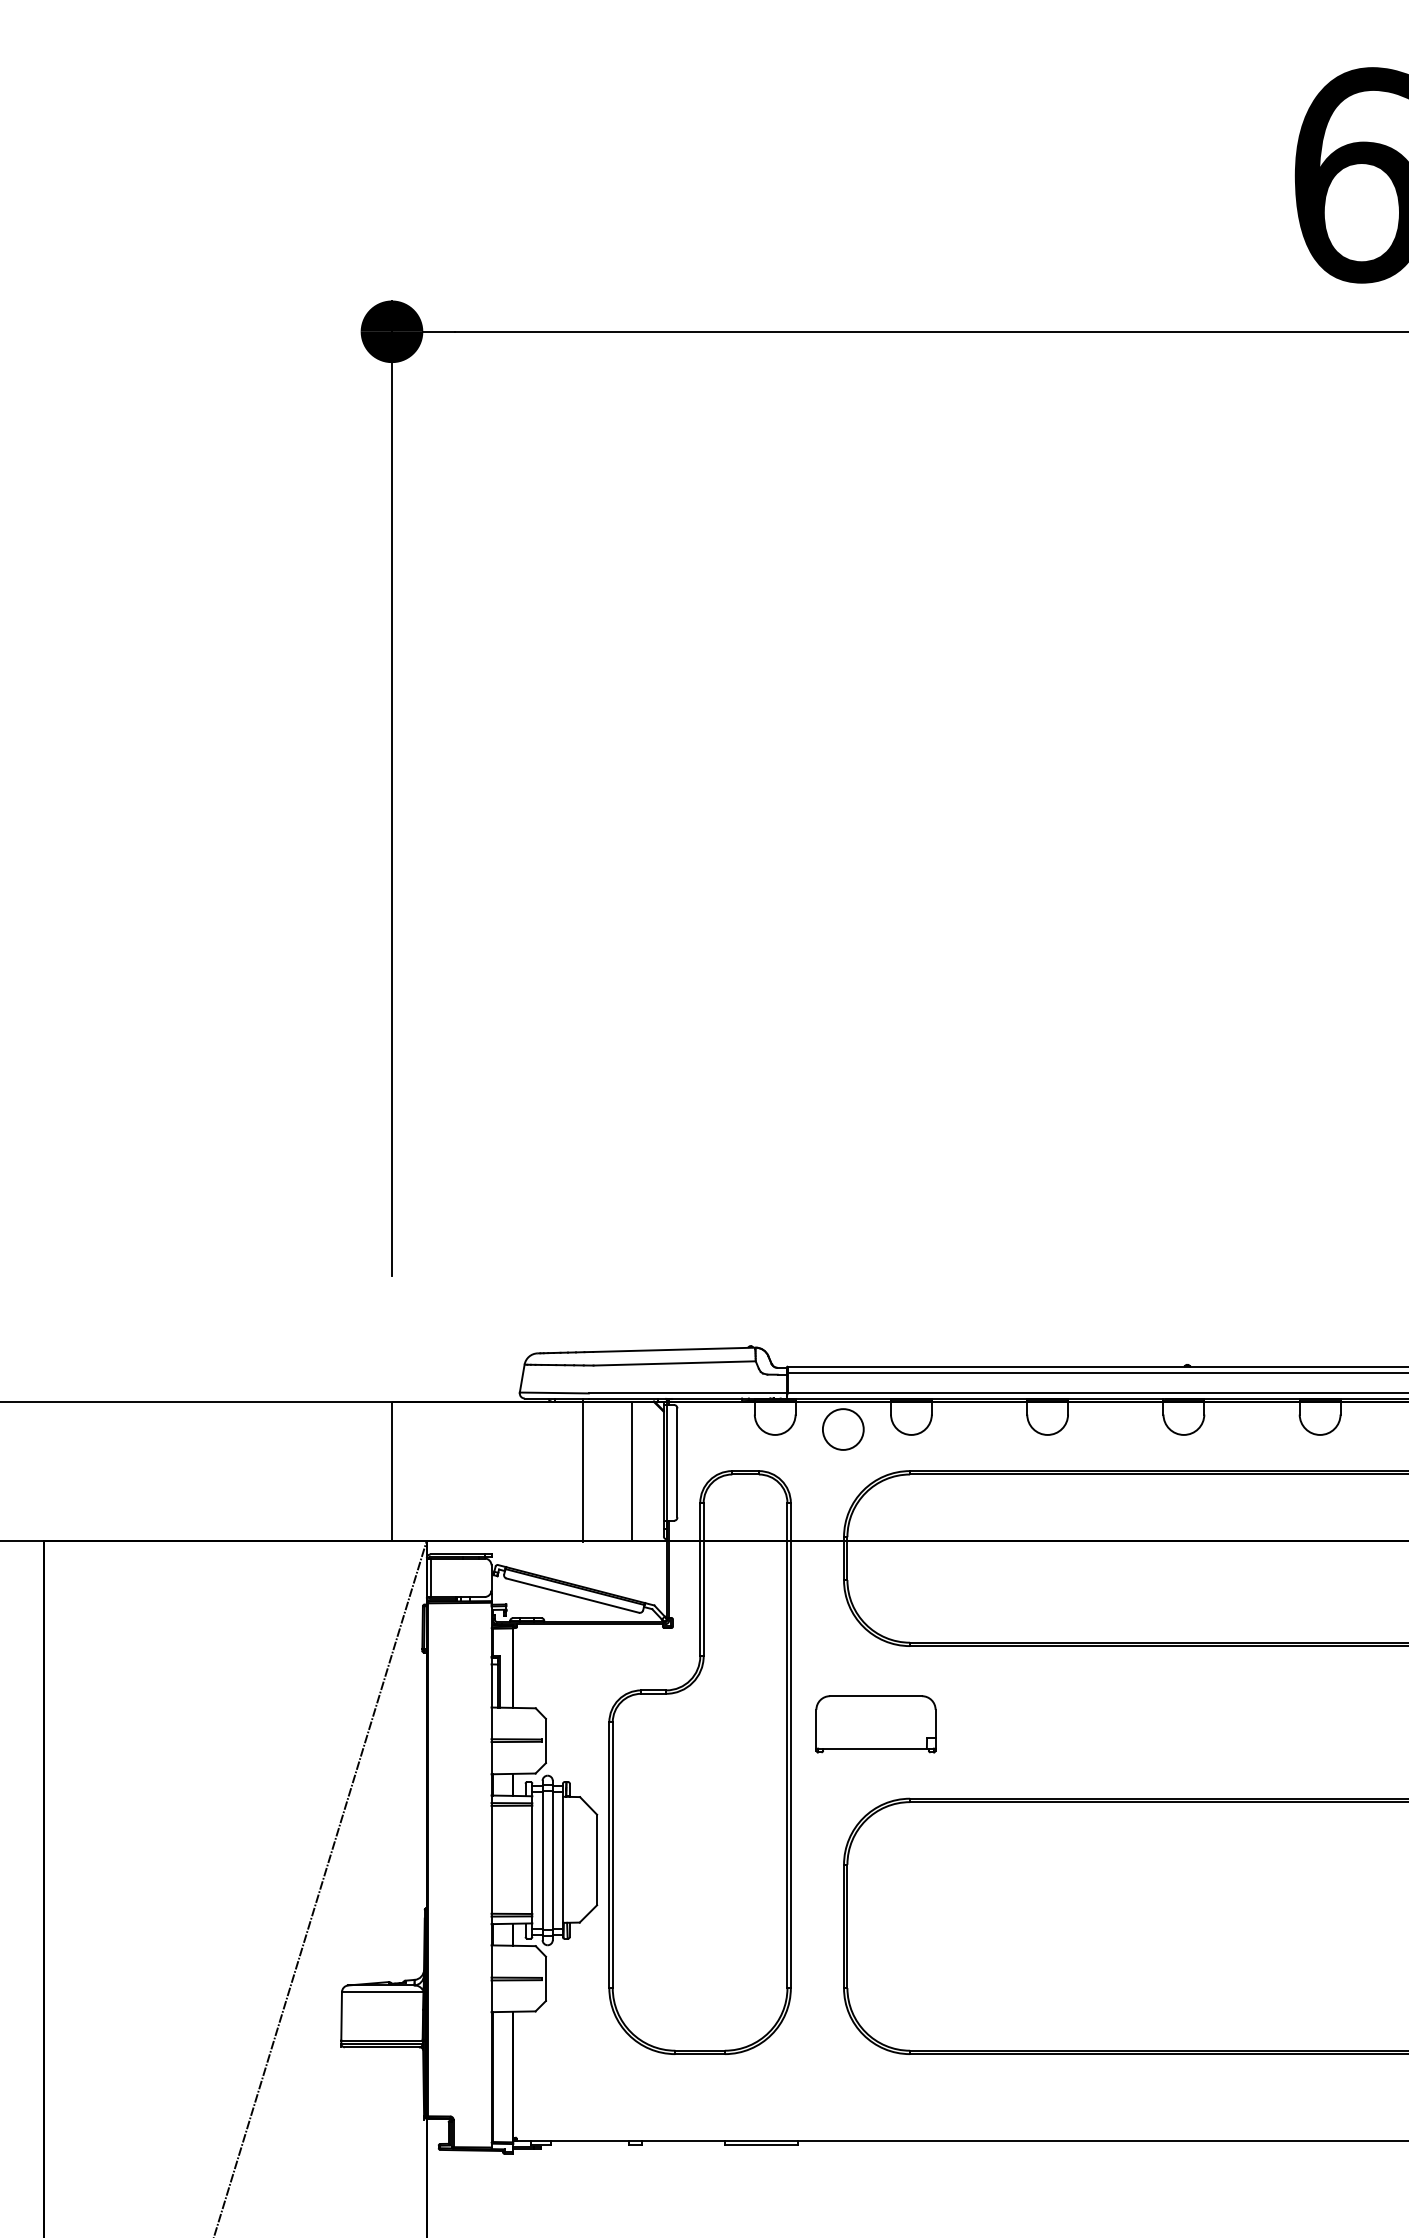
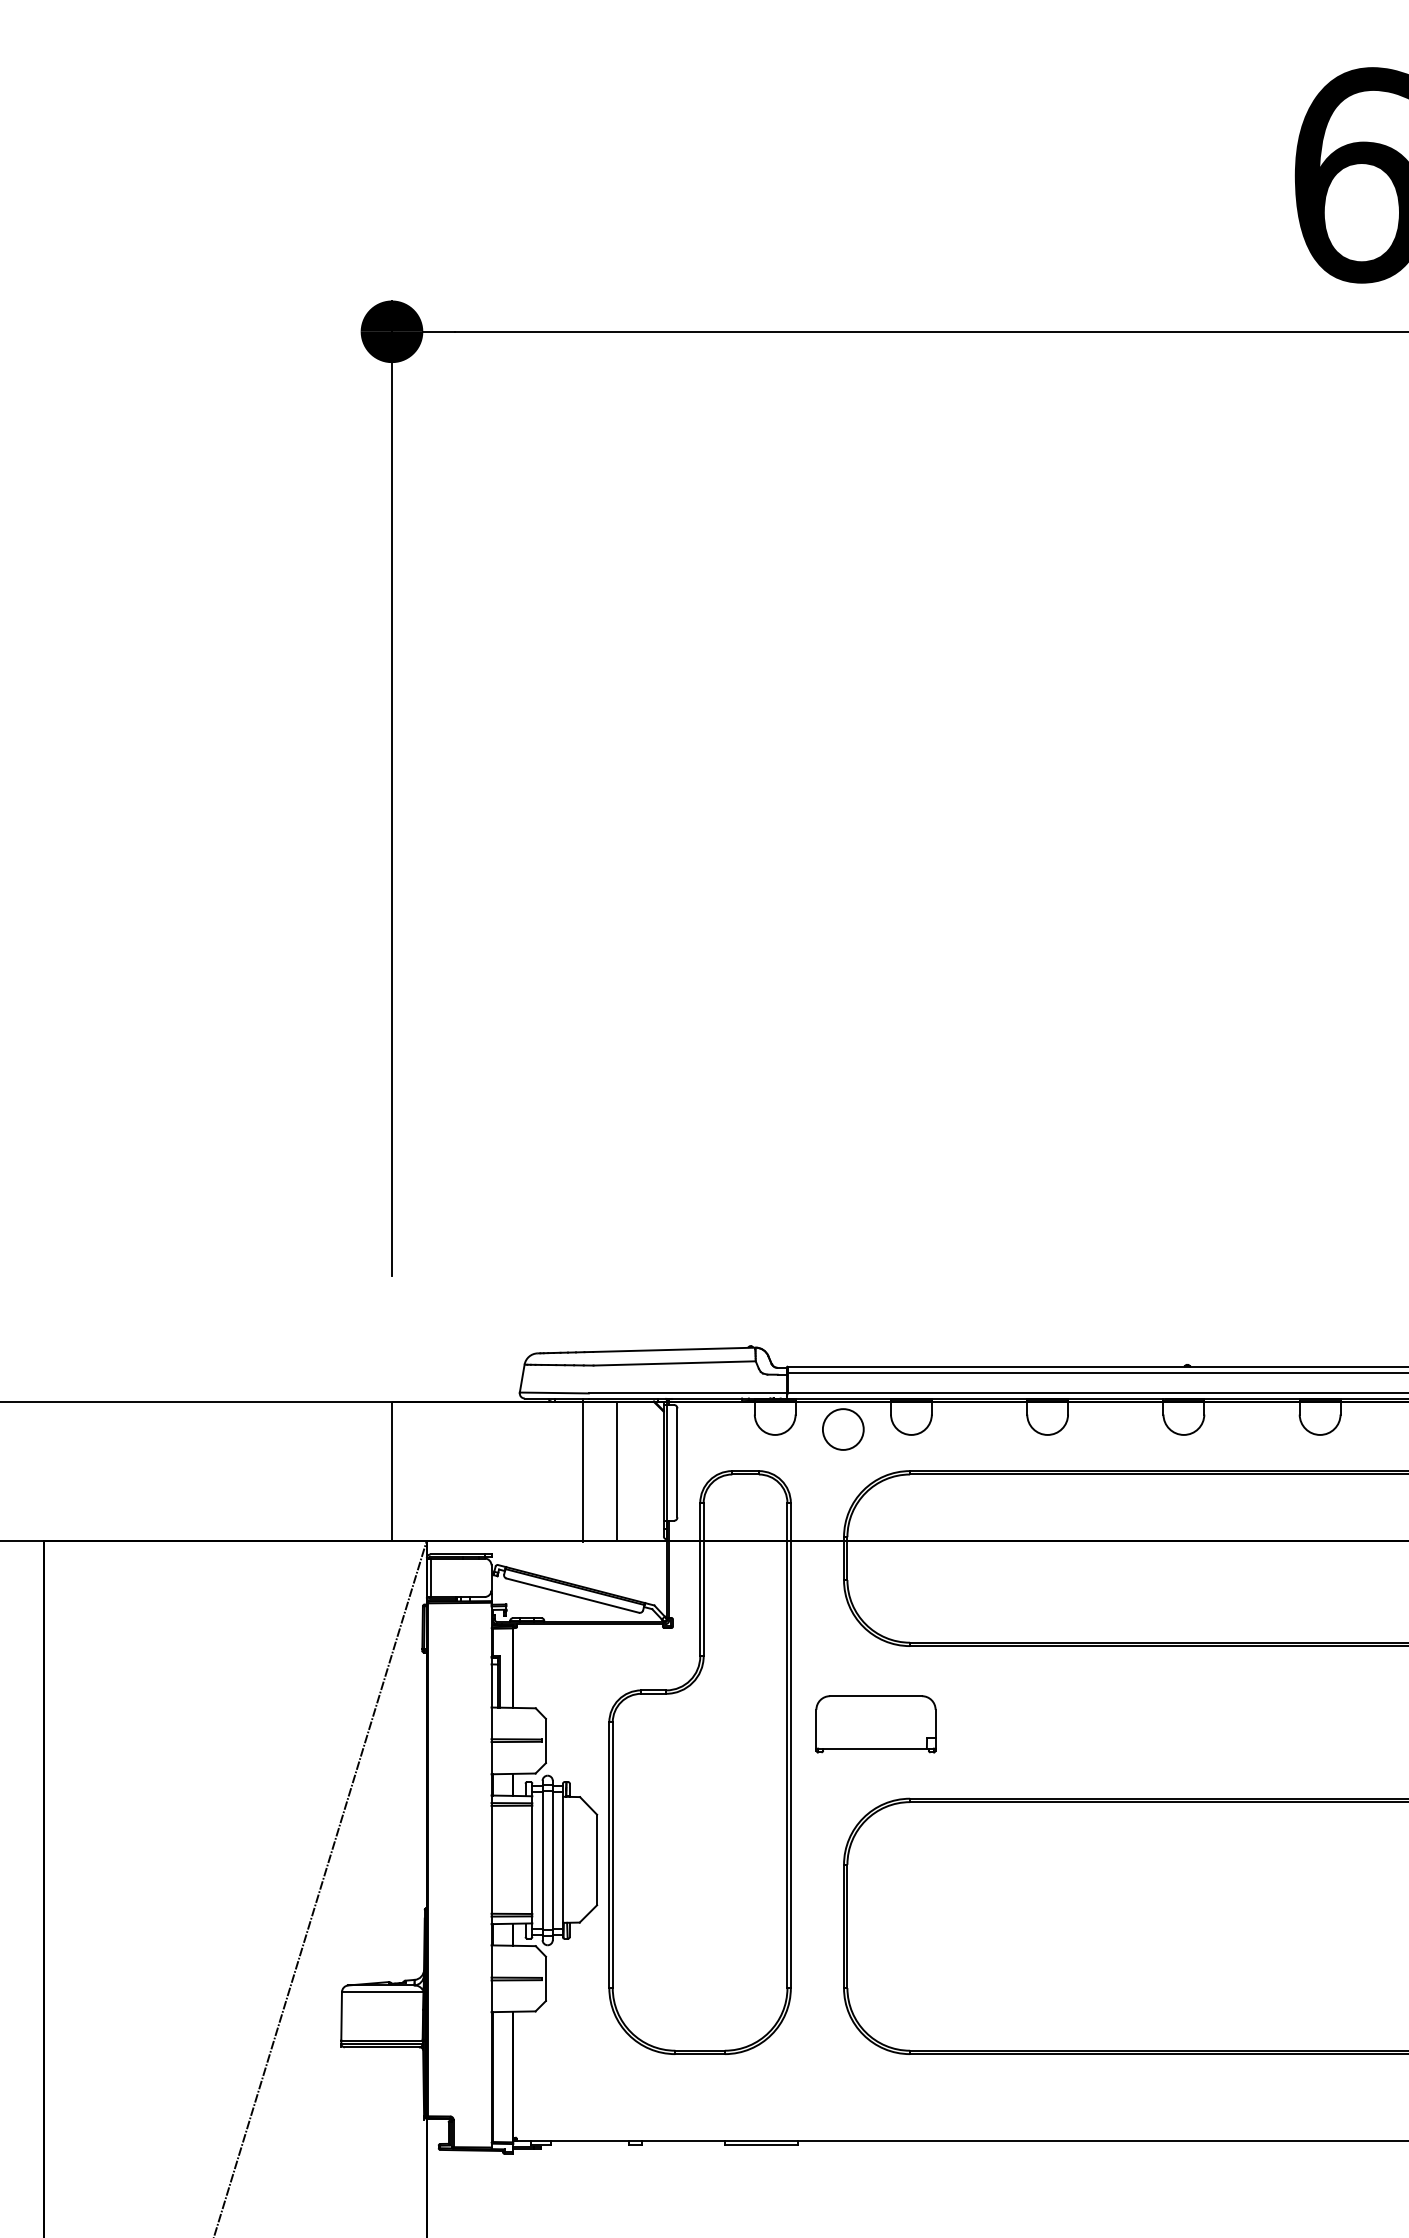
line at (632, 1470) position: (632, 1470) -> (617, 1470)
